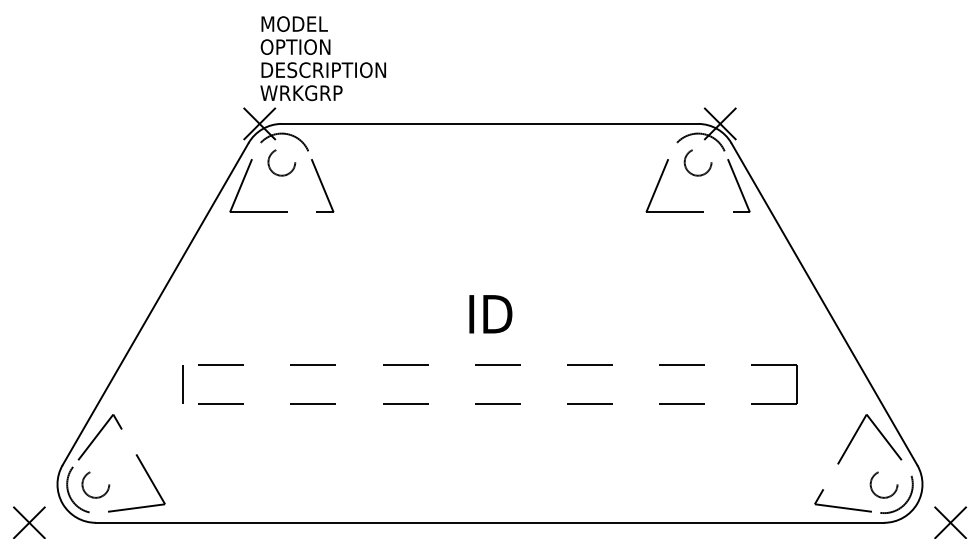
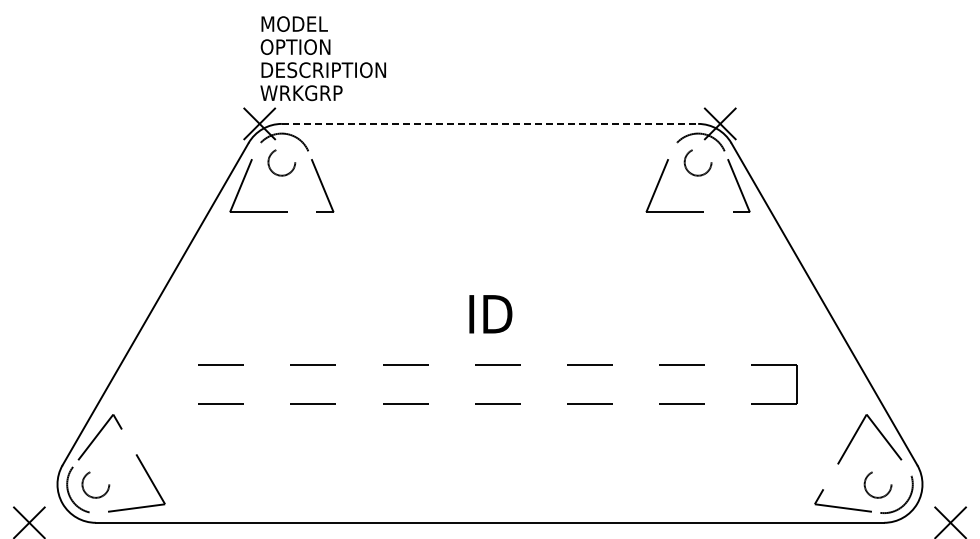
line at (490, 123): solid -> dashed
line at (182, 384): present -> none
circle at (883, 484) position: (883, 484) -> (877, 484)
